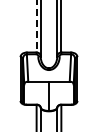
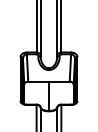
line at (36, 26): dashed -> solid
